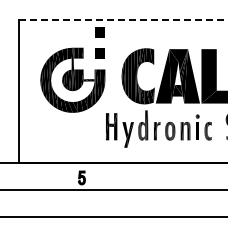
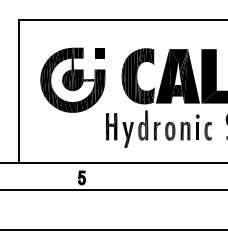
line at (123, 20): dashed -> solid
part at (99, 32): present -> none
line at (113, 216) position: (113, 216) -> (113, 229)
